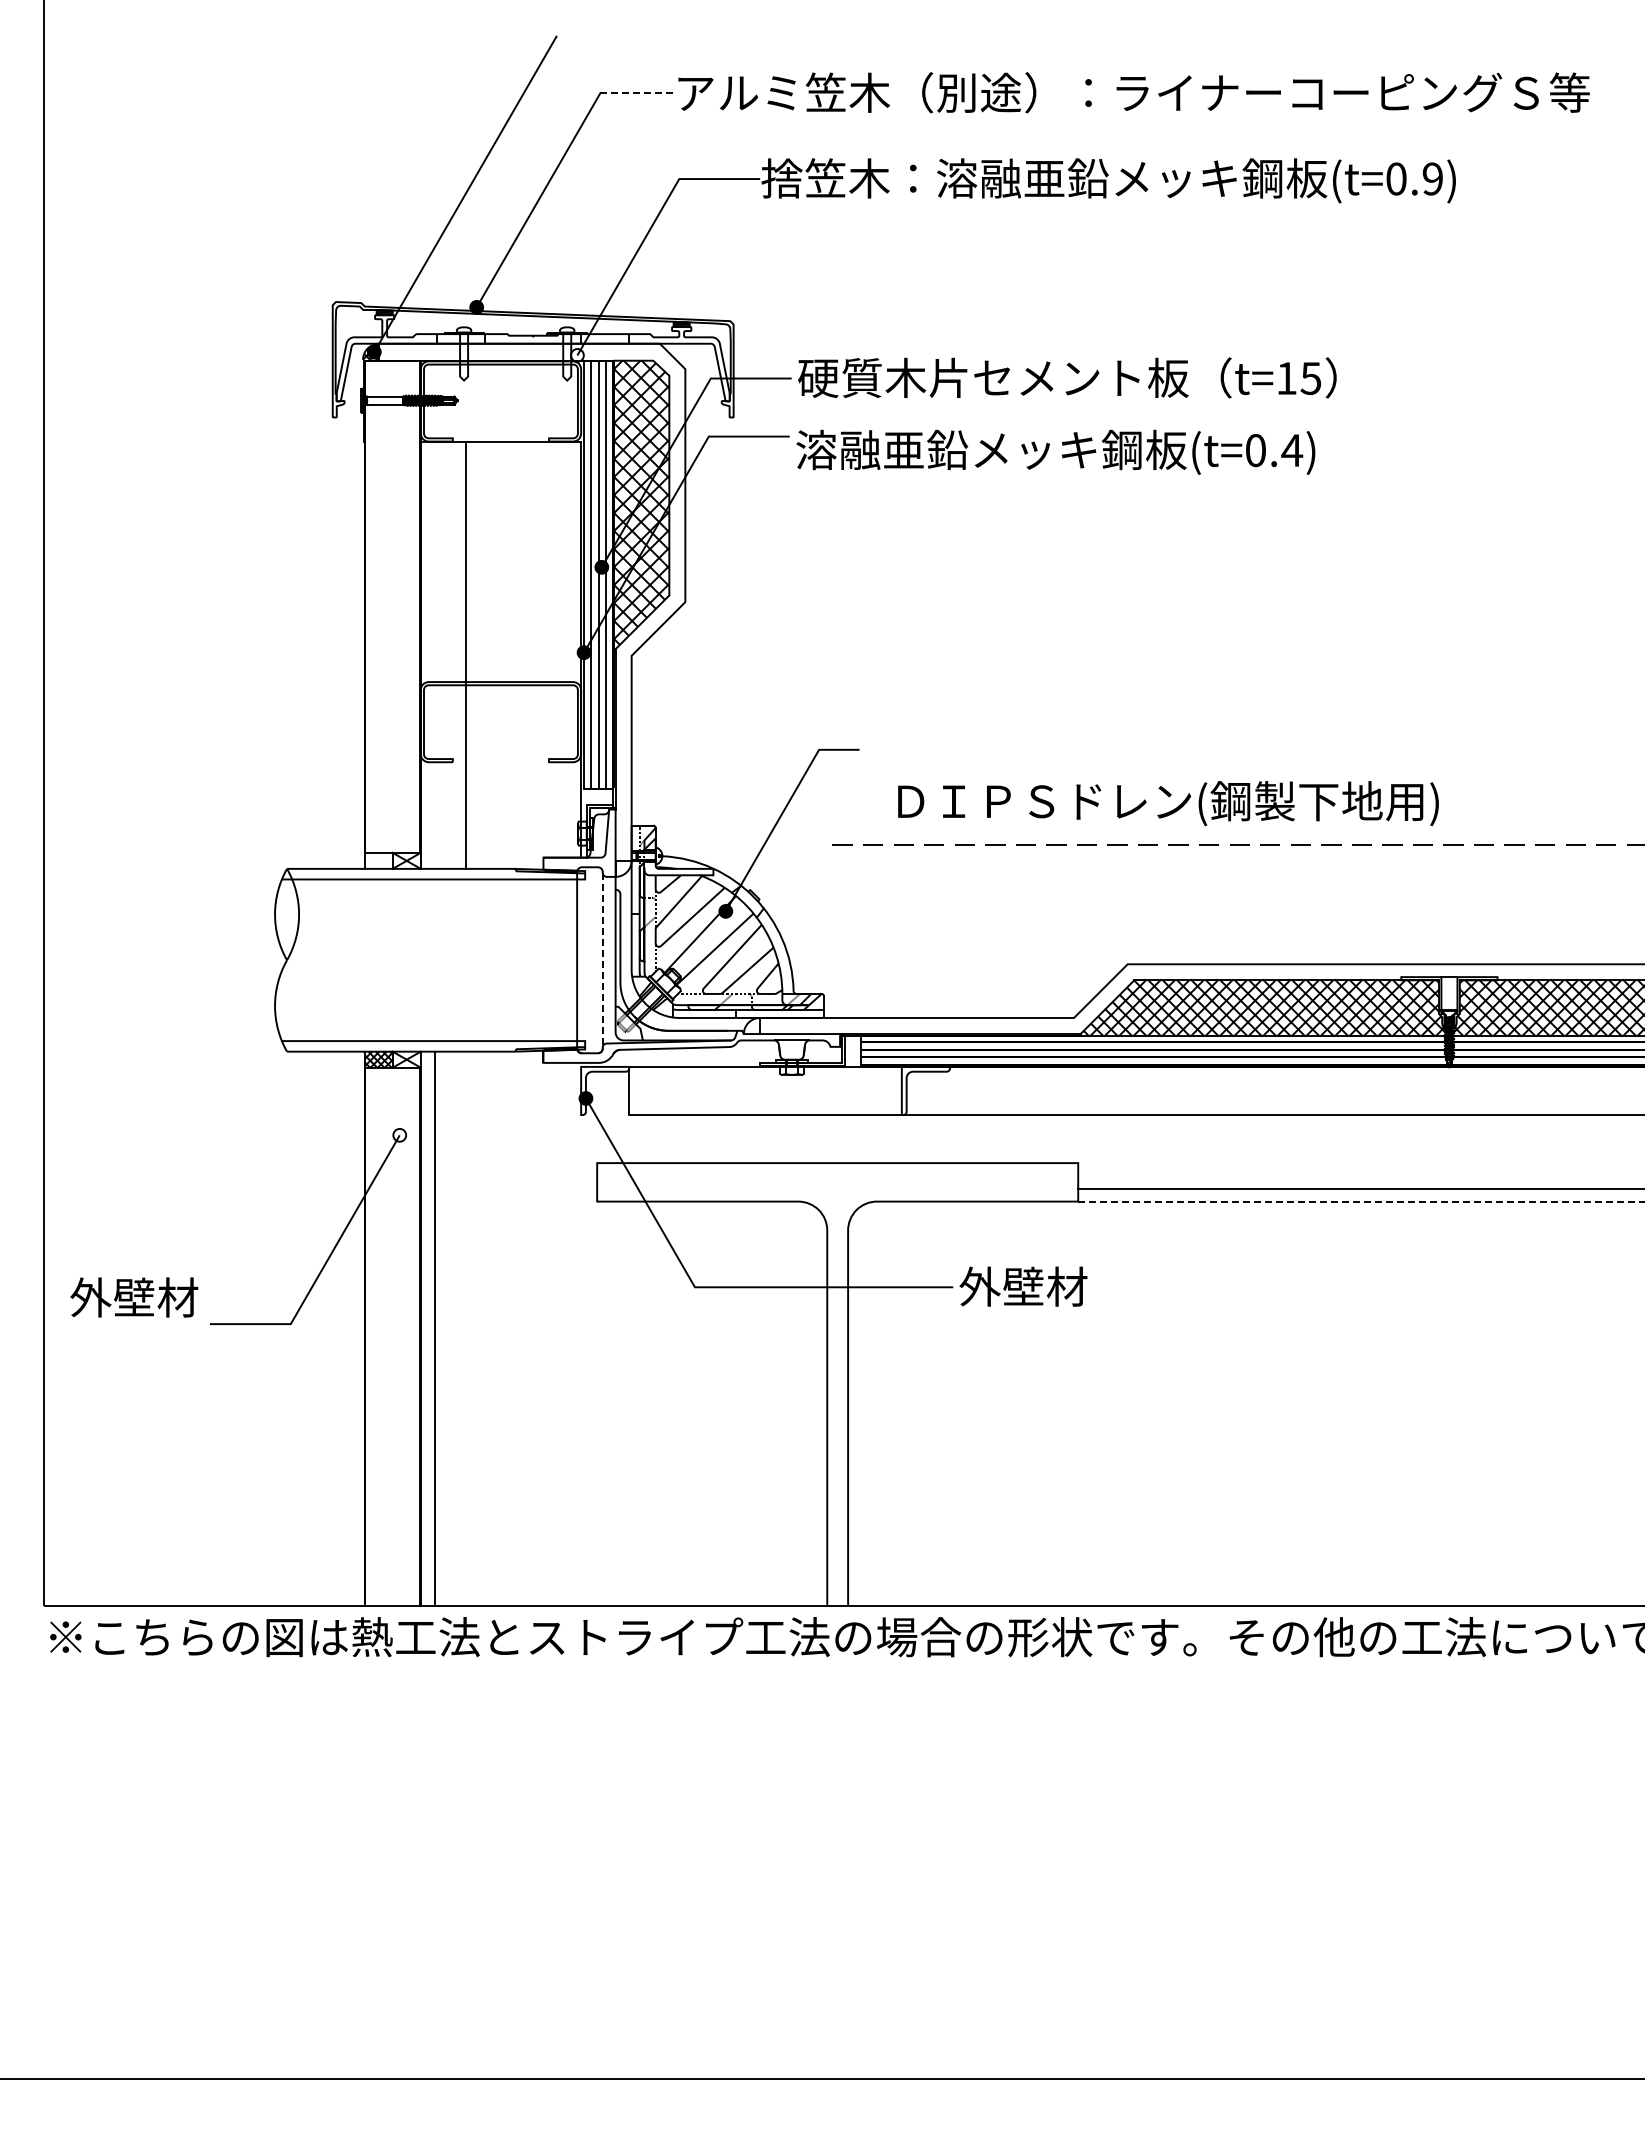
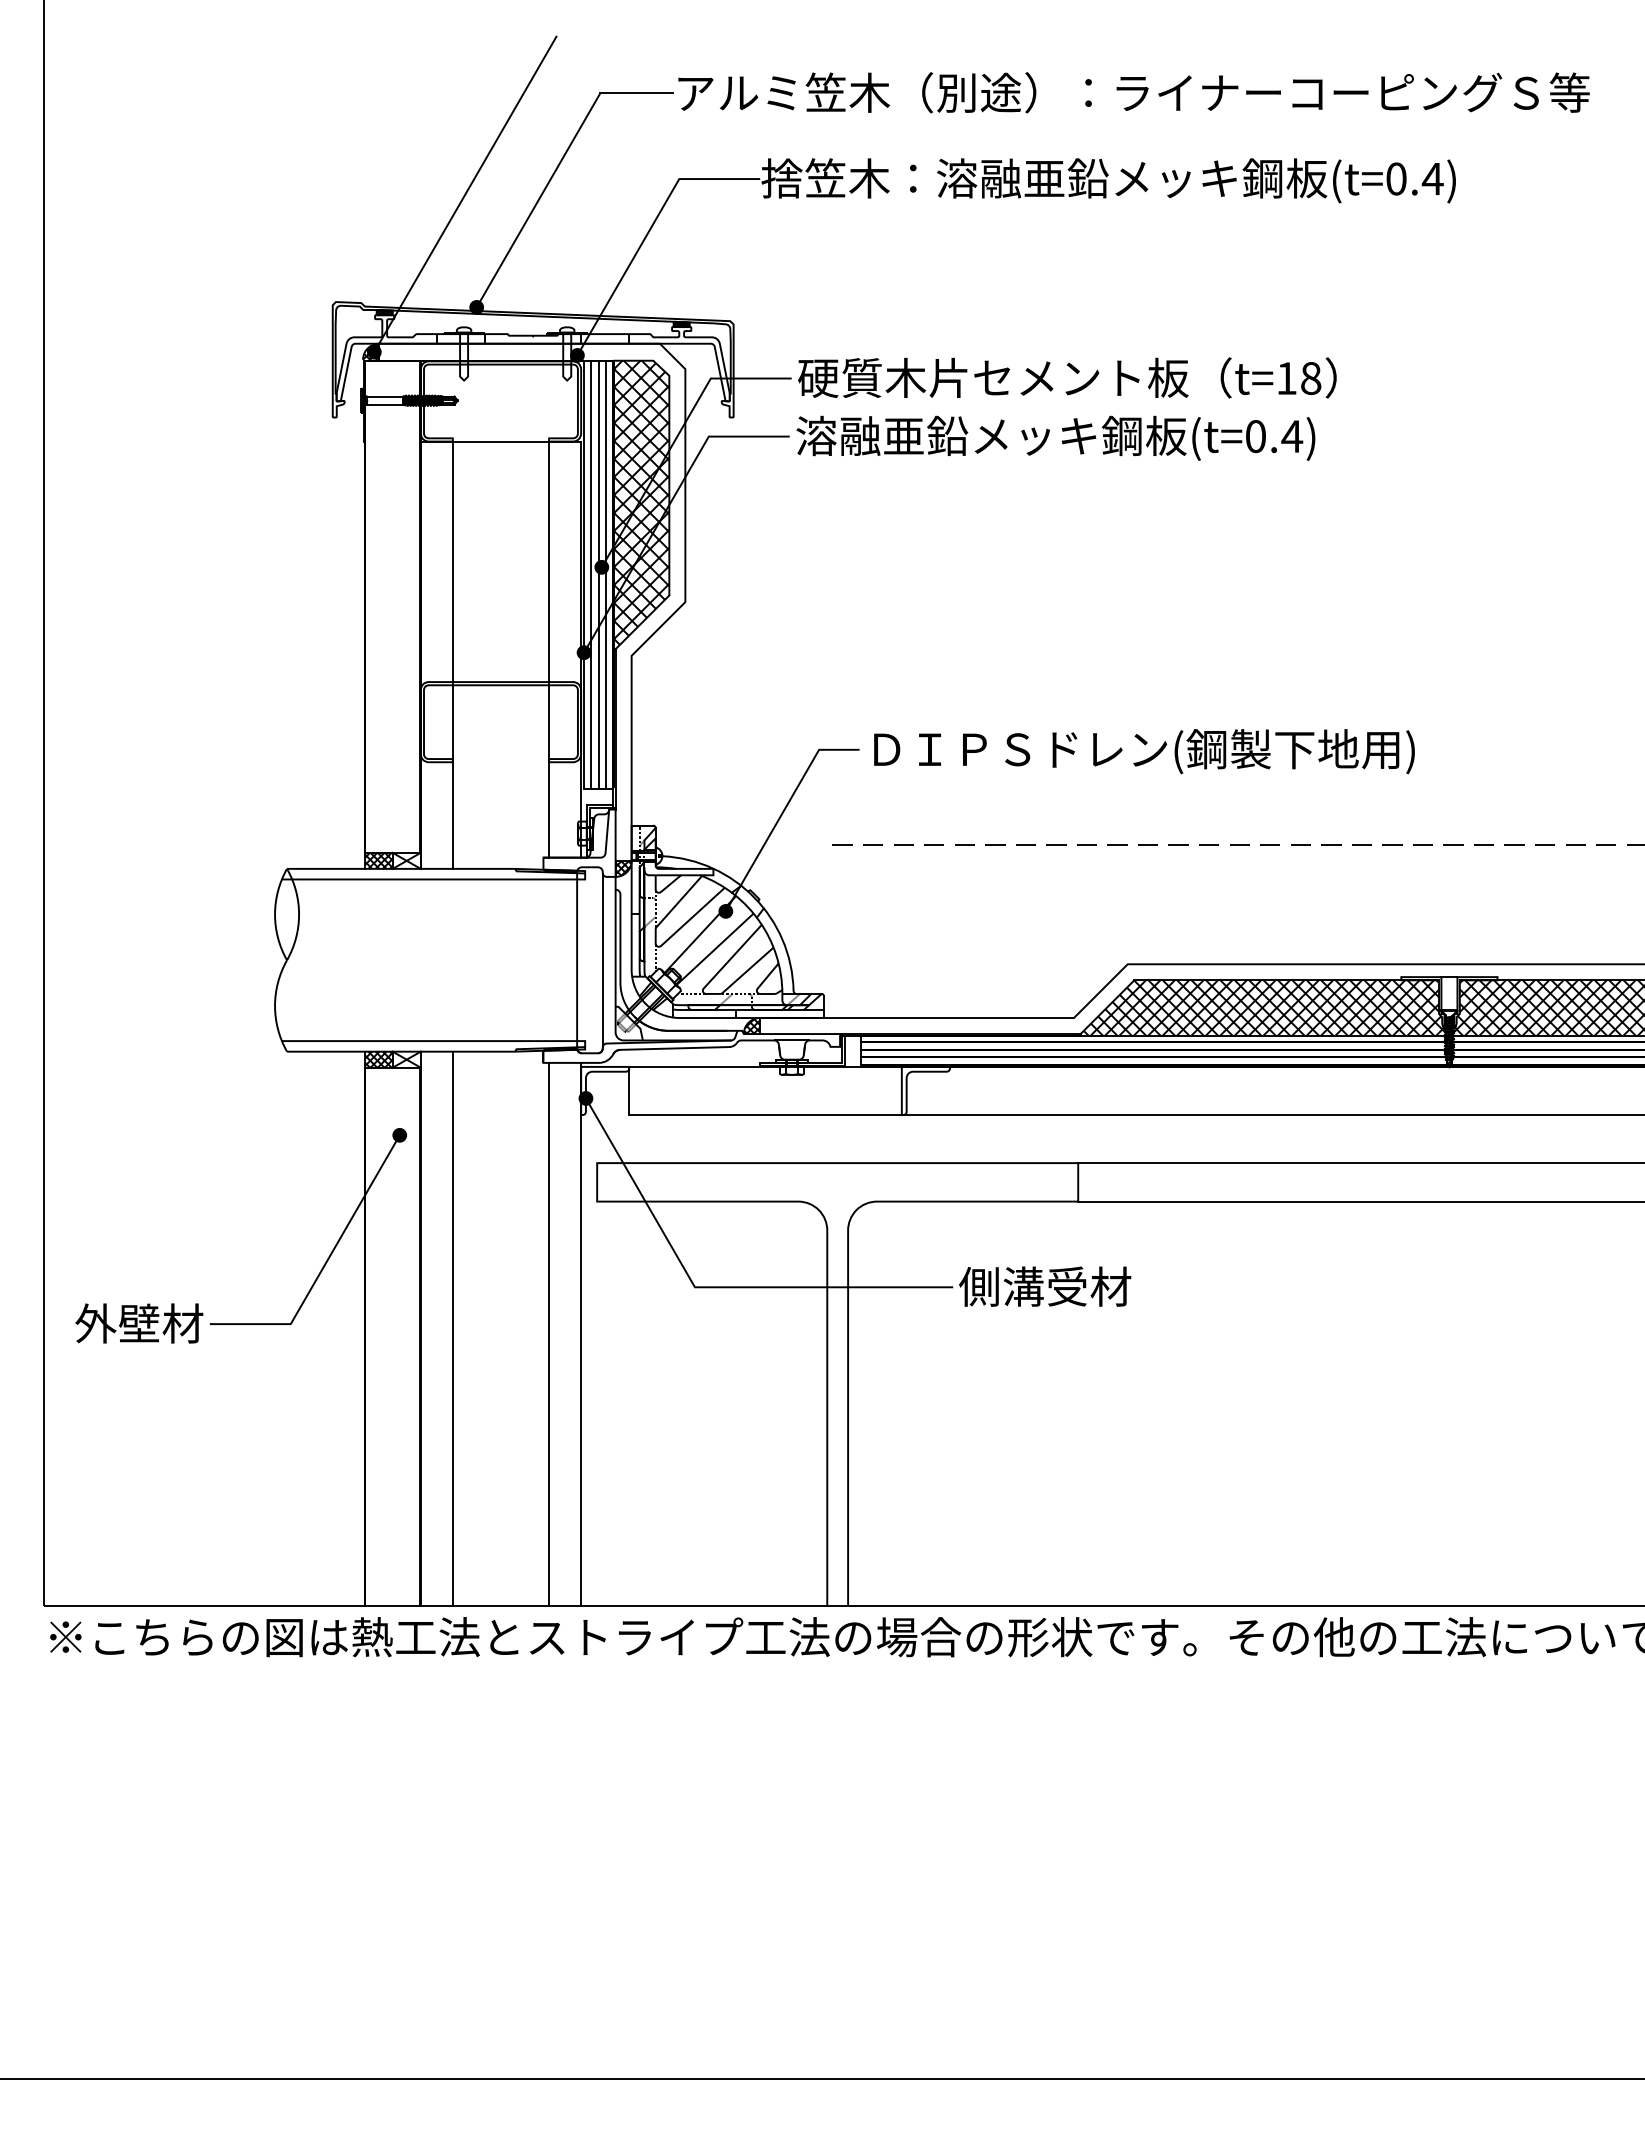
line at (637, 93): dashed -> solid
text at (1432, 178): (t=0.9) -> (t=0.4)
fill at (577, 355): none -> present
text at (1310, 378): t=15 -> t=18
text at (1055, 451) position: (1055, 451) -> (1055, 437)
line at (549, 649): none -> present
line at (465, 654) position: (465, 654) -> (452, 654)
text at (1168, 803) position: (1168, 803) -> (1144, 751)
hatch at (378, 860): none -> present
hatch at (623, 867): none -> present
line at (602, 960): dashed -> solid
hatch at (751, 1026): none -> present
fill at (399, 1134): none -> present
line at (1359, 1189) position: (1359, 1189) -> (1359, 1163)
line at (1362, 1201): dashed -> solid
text at (1045, 1286): 外壁材 -> 側溝受材
text at (134, 1297) position: (134, 1297) -> (139, 1323)
line at (434, 1328) position: (434, 1328) -> (452, 1328)
line at (549, 1333): none -> present
line at (581, 1333): none -> present
